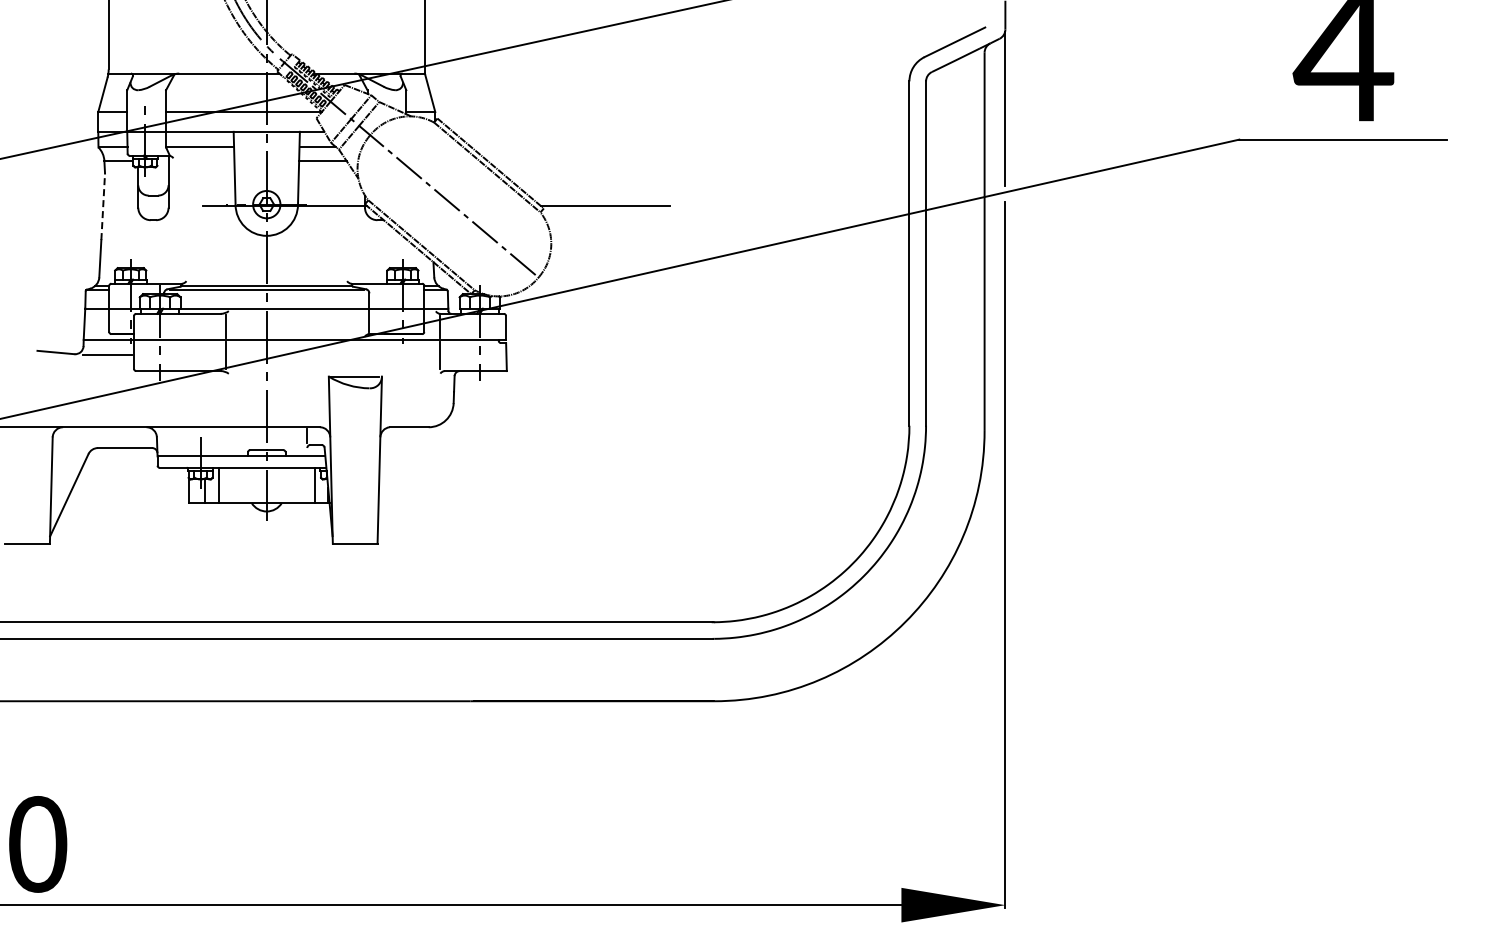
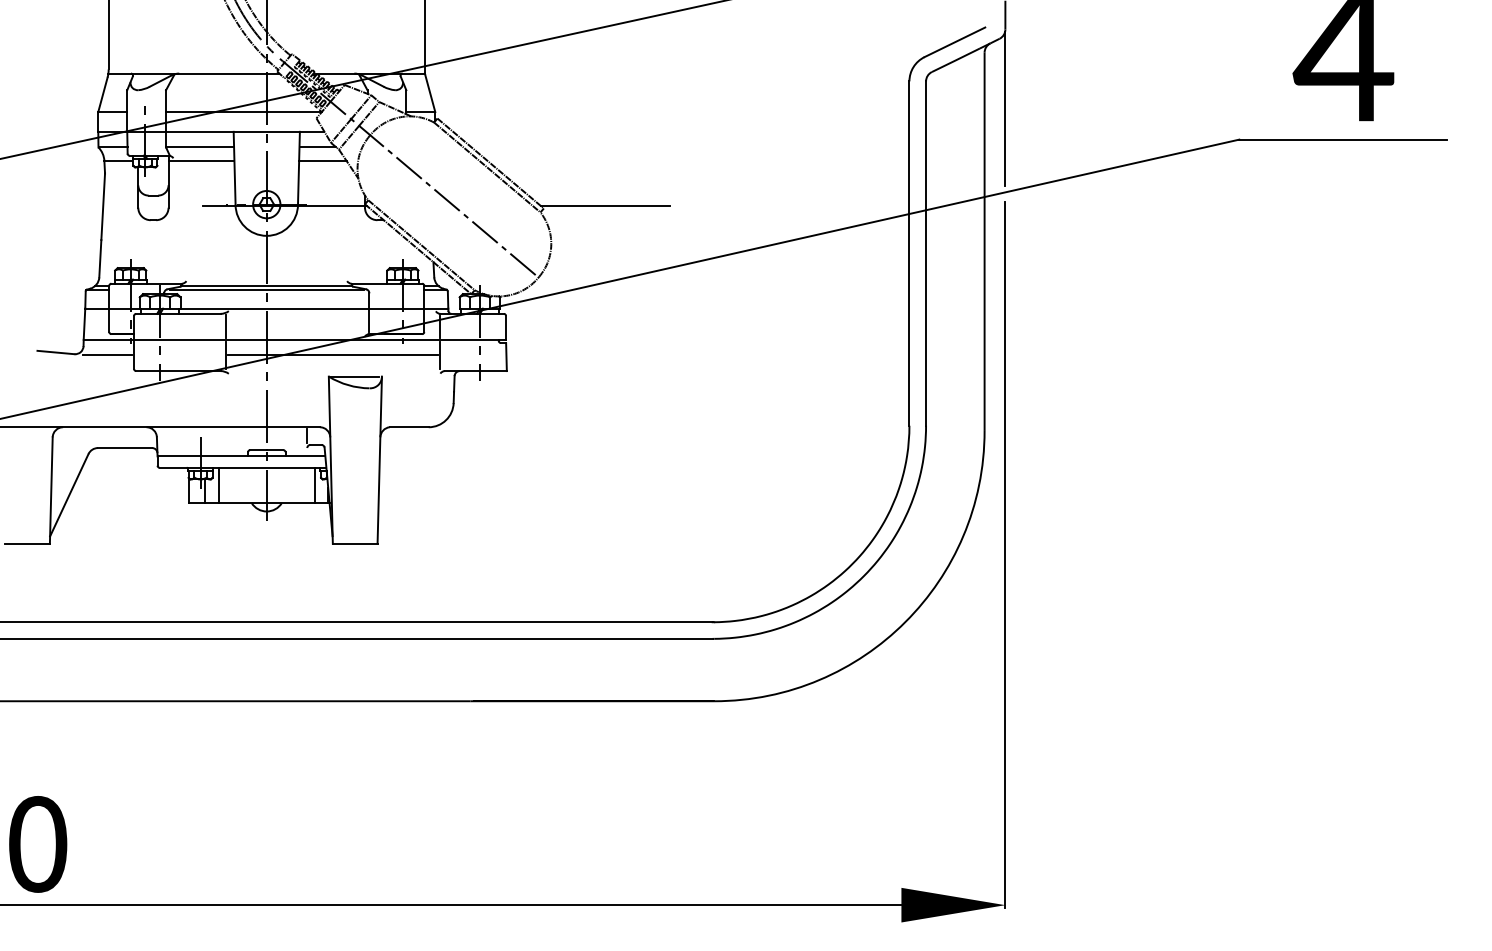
line at (201, 160): none -> present
line at (103, 206): dashed -> solid
line at (332, 354): none -> present
